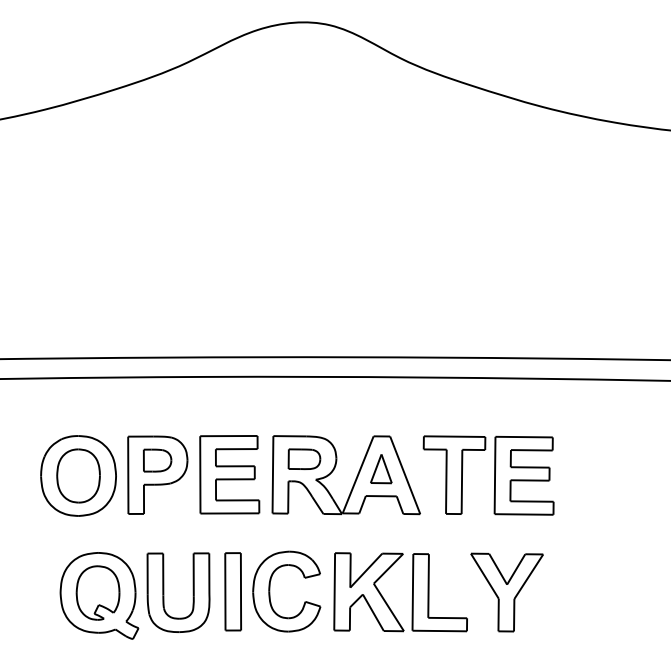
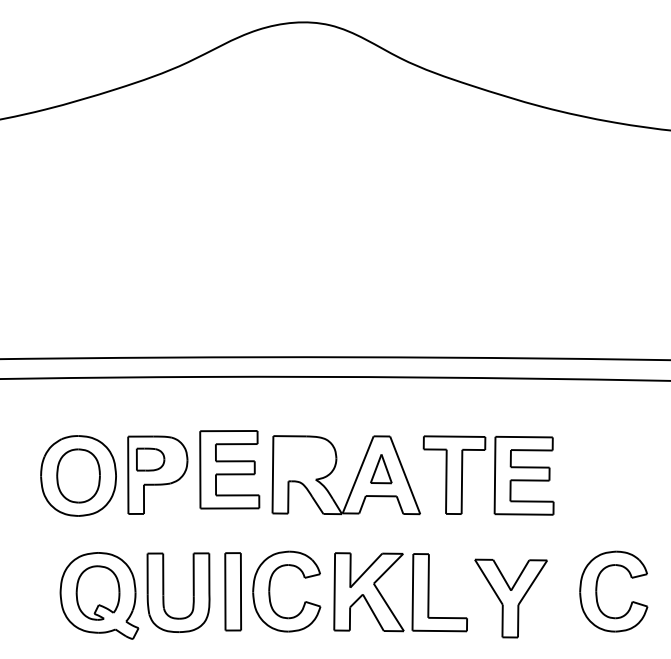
part at (304, 458): present -> none
part at (157, 460) position: (157, 460) -> (150, 459)
part at (229, 474) position: (229, 474) -> (229, 469)
part at (597, 591): none -> present
part at (506, 592) position: (506, 592) -> (510, 598)
